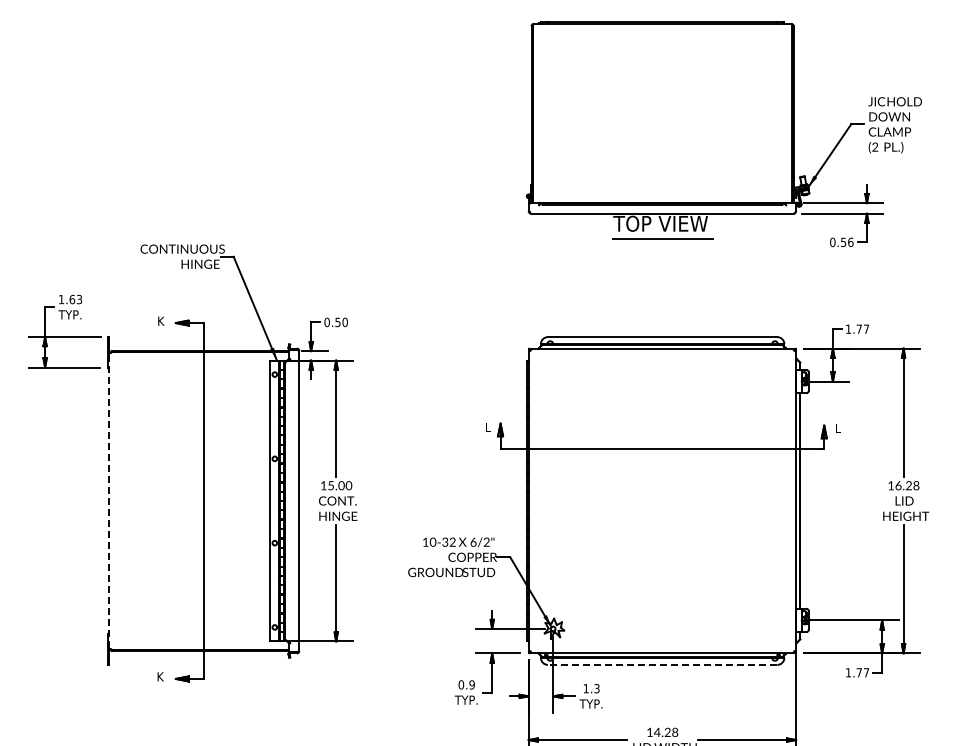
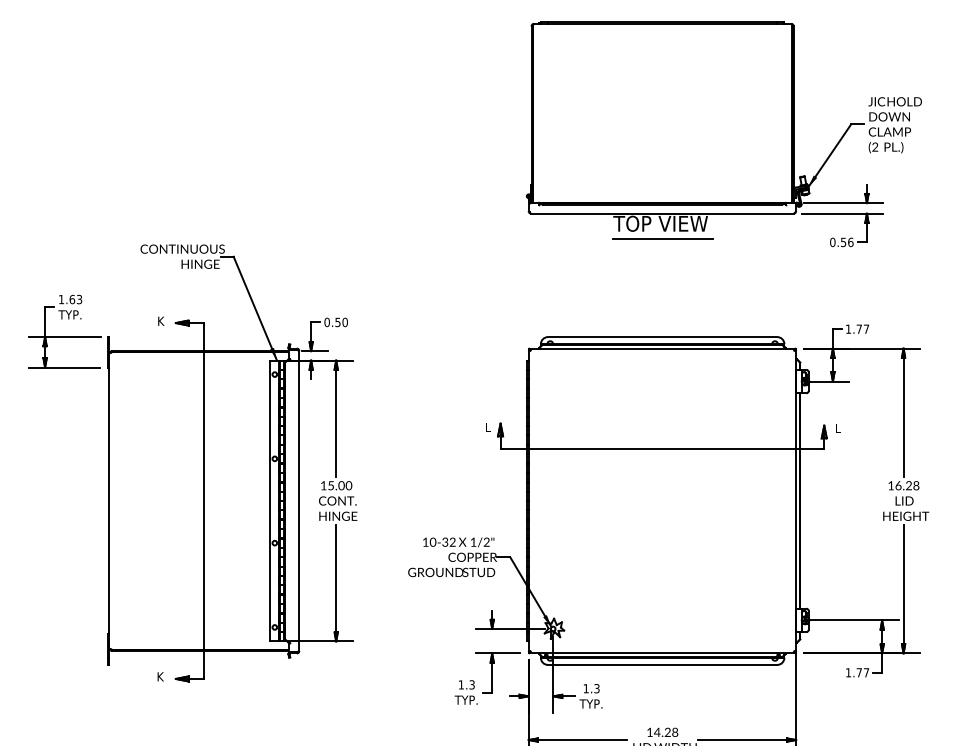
line at (109, 500): dashed -> solid
text at (473, 541): 6/2" -> 1/2"
line at (662, 664): dashed -> solid
text at (466, 684): 0.9 -> 1.3
